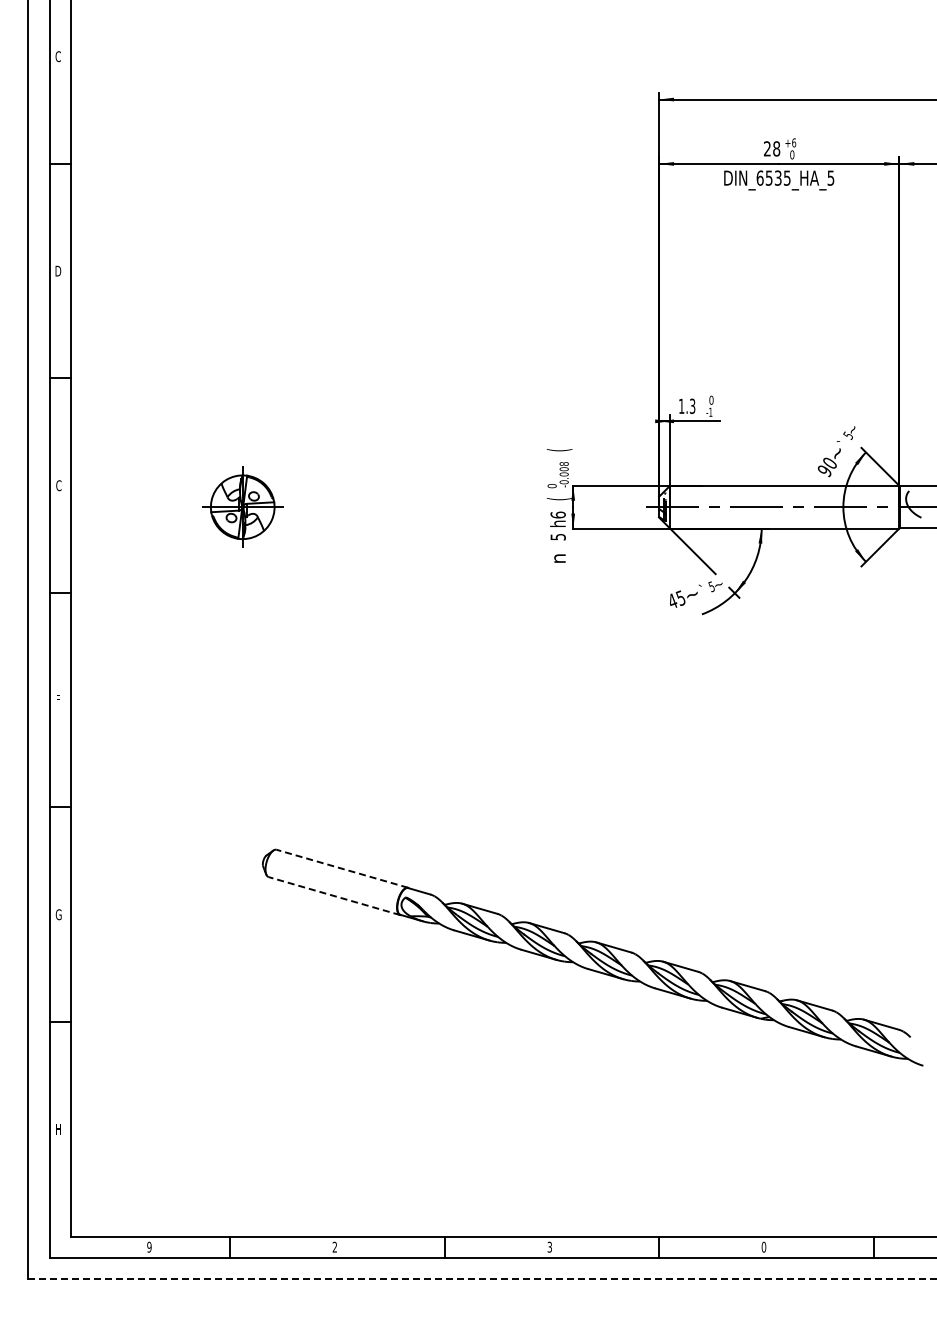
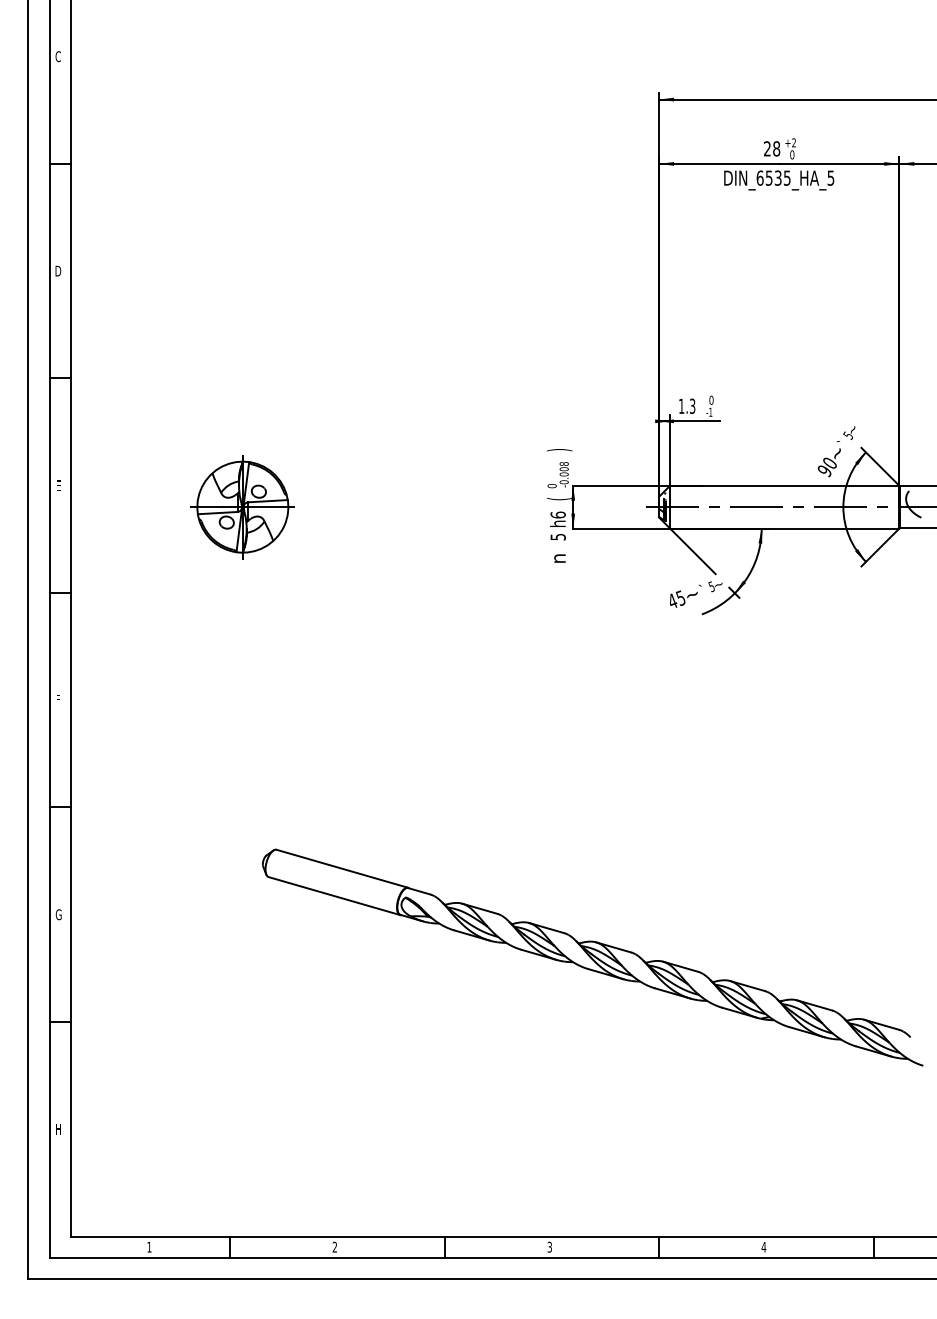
text at (794, 142): +6 -> +2
text at (559, 450): ( -> )
text at (58, 485): C -> E
part at (242, 506) size: 82x82 px -> 105x105 px
line at (341, 868): dashed -> solid
line at (333, 895): dashed -> solid
text at (149, 1246): 9 -> 1
text at (763, 1246): 0 -> 4
line at (482, 1279): dashed -> solid
